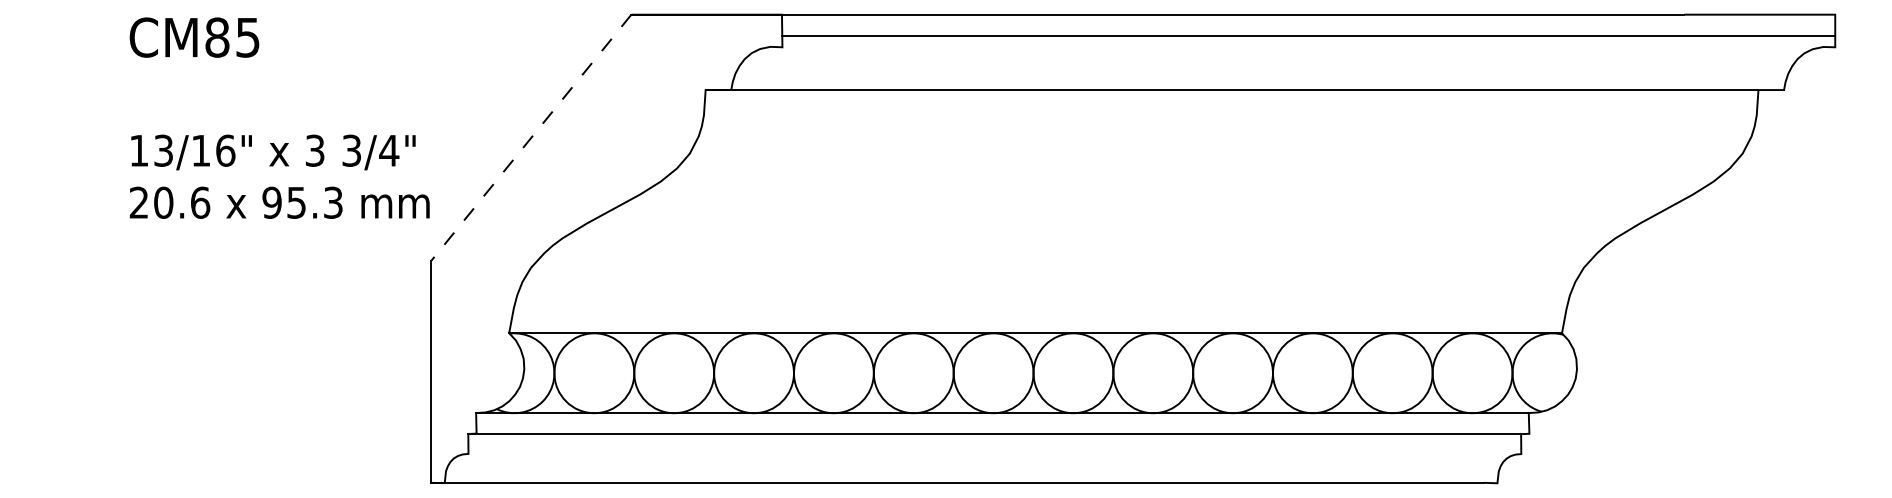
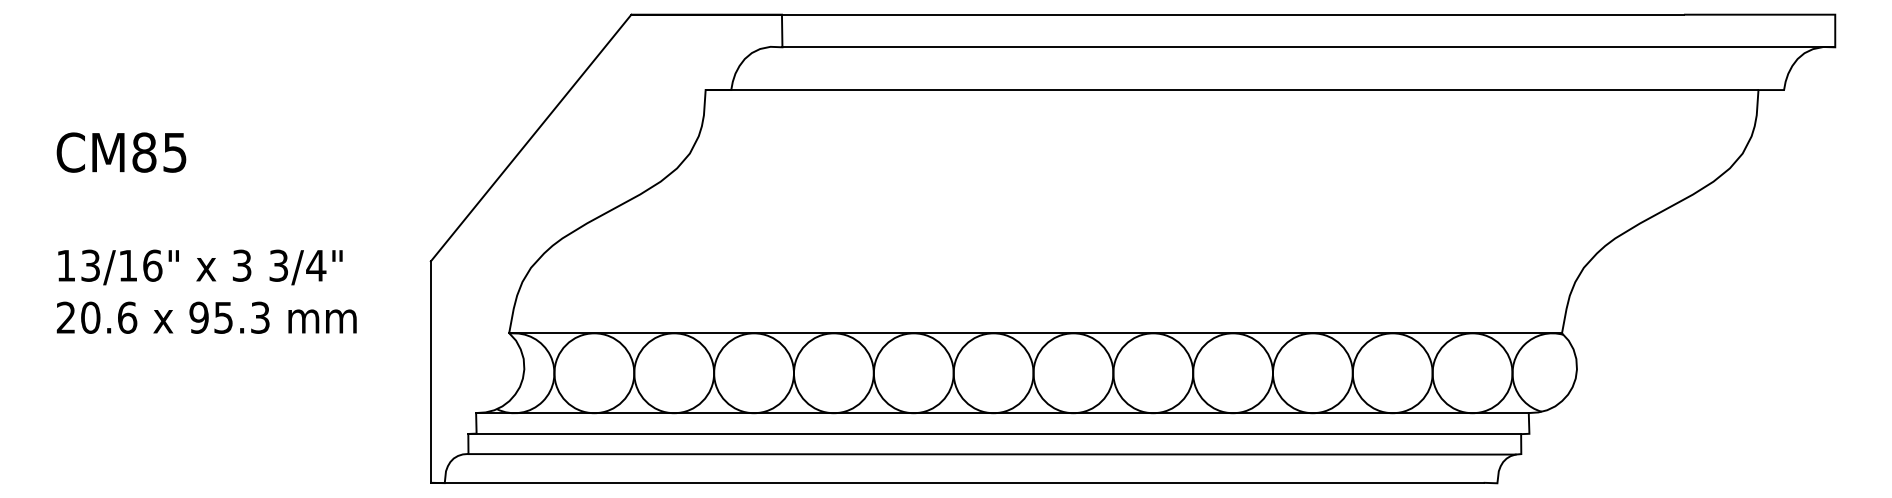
line at (1308, 36) position: (1308, 36) -> (1308, 47)
text at (279, 117) position: (279, 117) -> (206, 232)
line at (531, 138): dashed -> solid
line at (991, 454): none -> present
